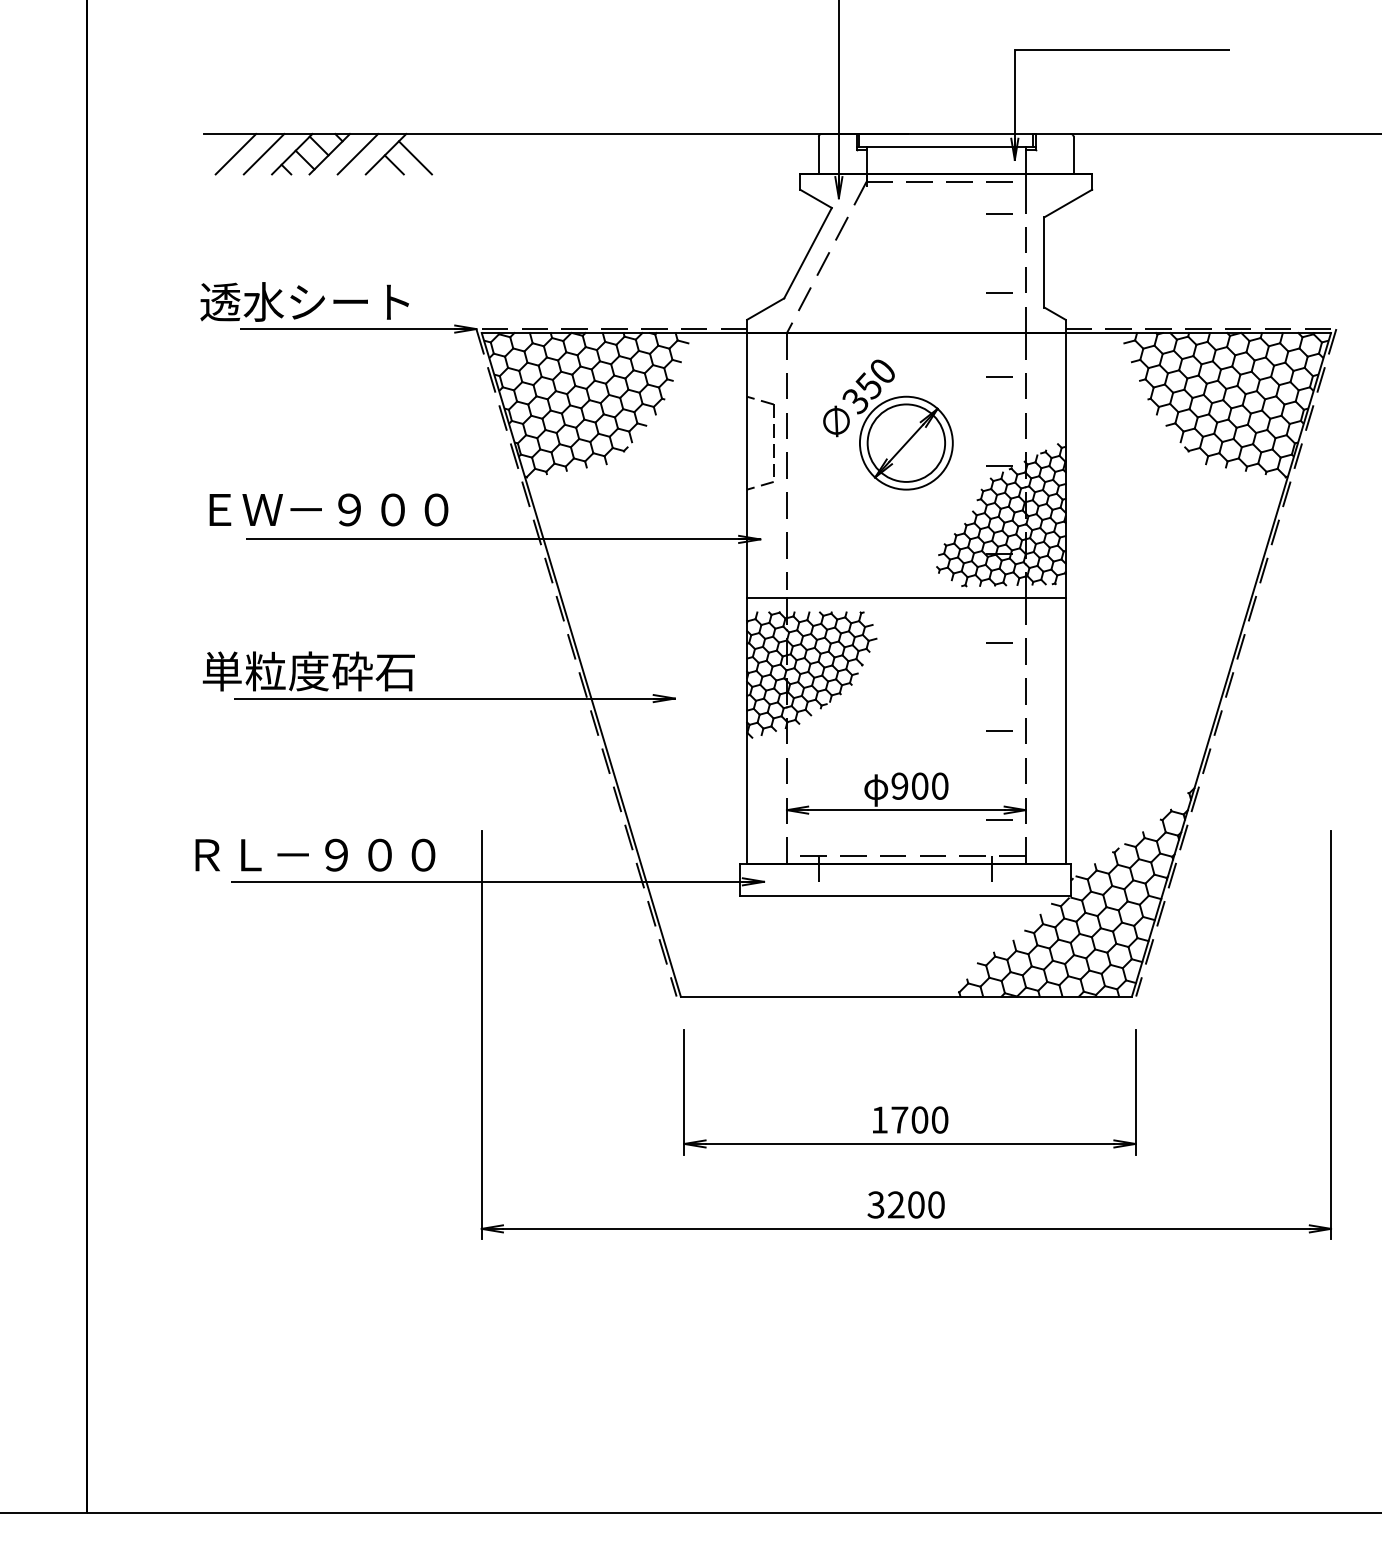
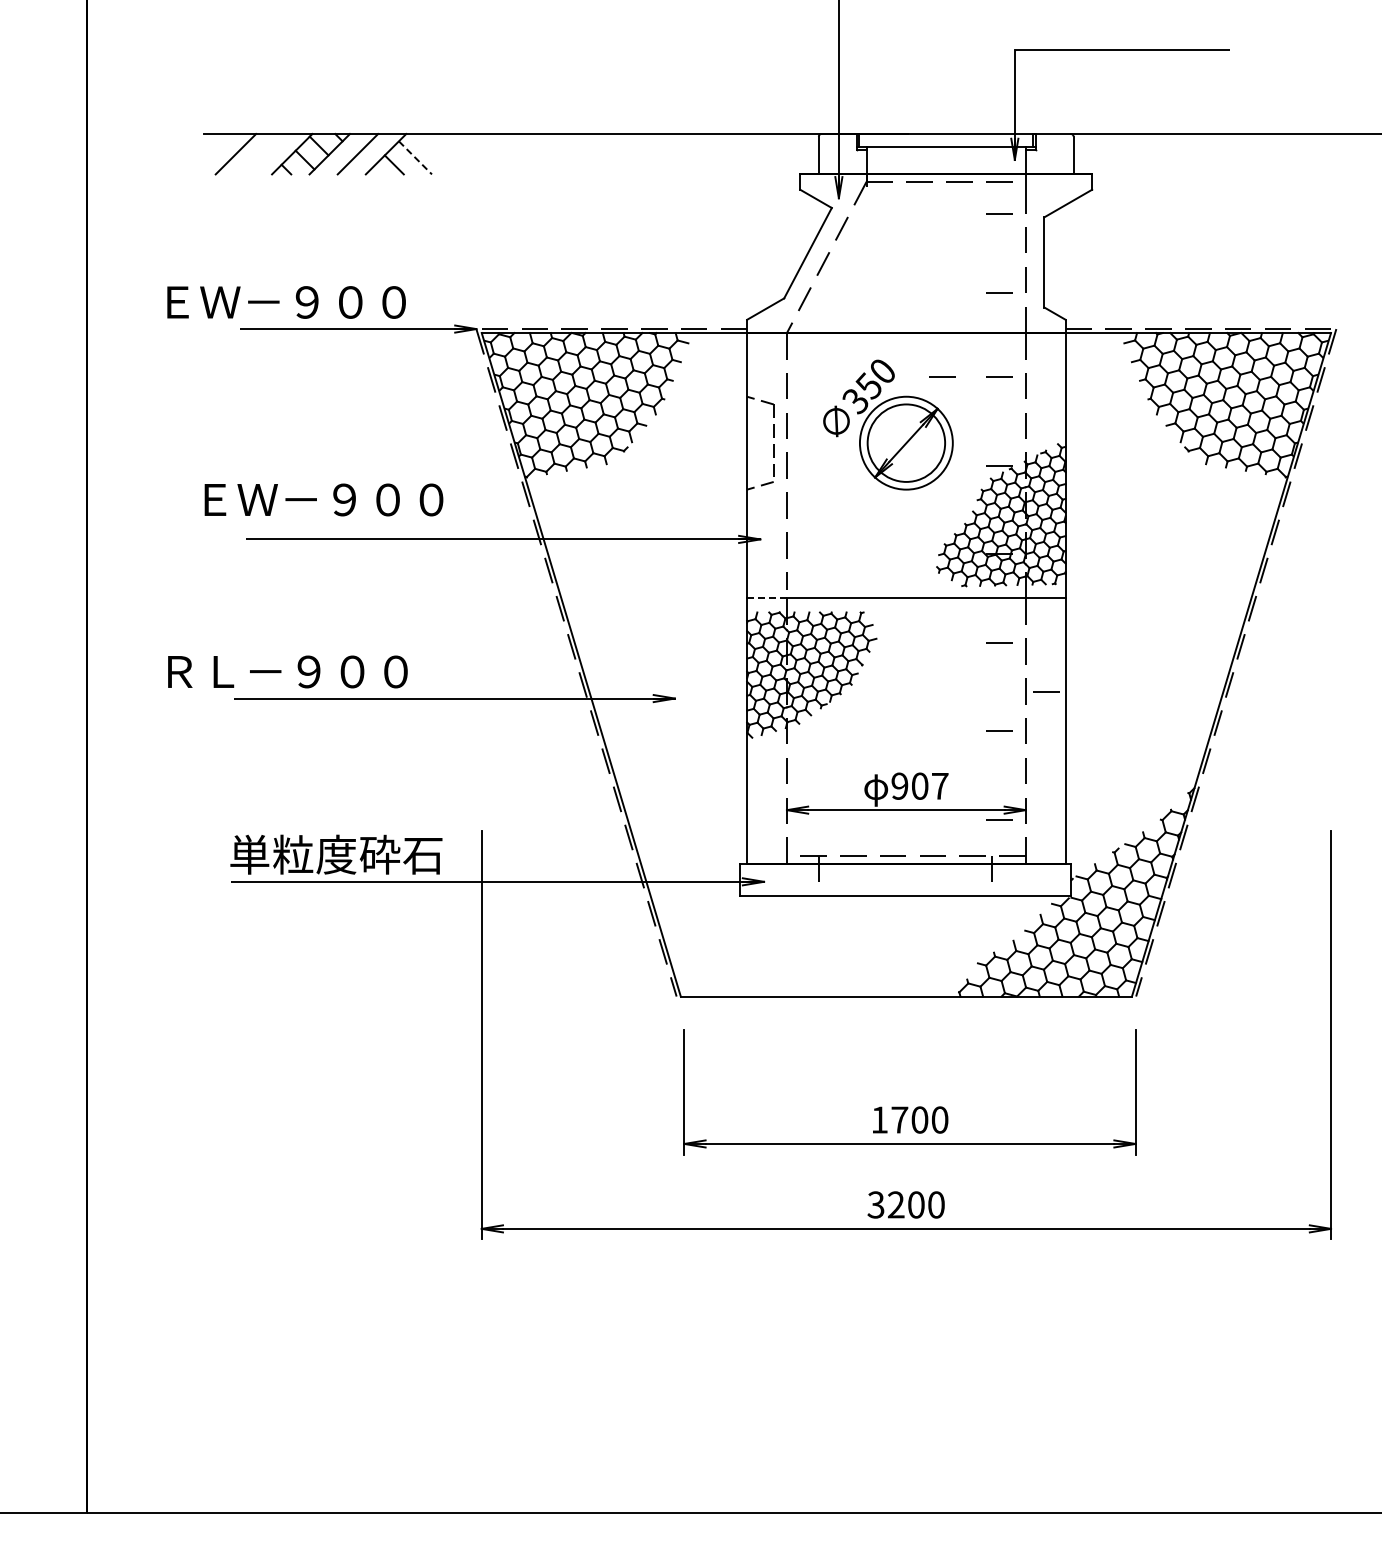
line at (263, 154): present -> none
line at (415, 158): solid -> dashed
text at (288, 301): 透水シート -> ＥＷ－９００
line at (942, 376): none -> present
text at (328, 509) position: (328, 509) -> (323, 499)
line at (767, 598): solid -> dashed
text at (291, 671): 単粒度砕石 -> ＲＬ－９００
line at (1046, 691): none -> present
text at (940, 785): 900 -> 907
text at (318, 854): ＲＬ－９００ -> 単粒度砕石
